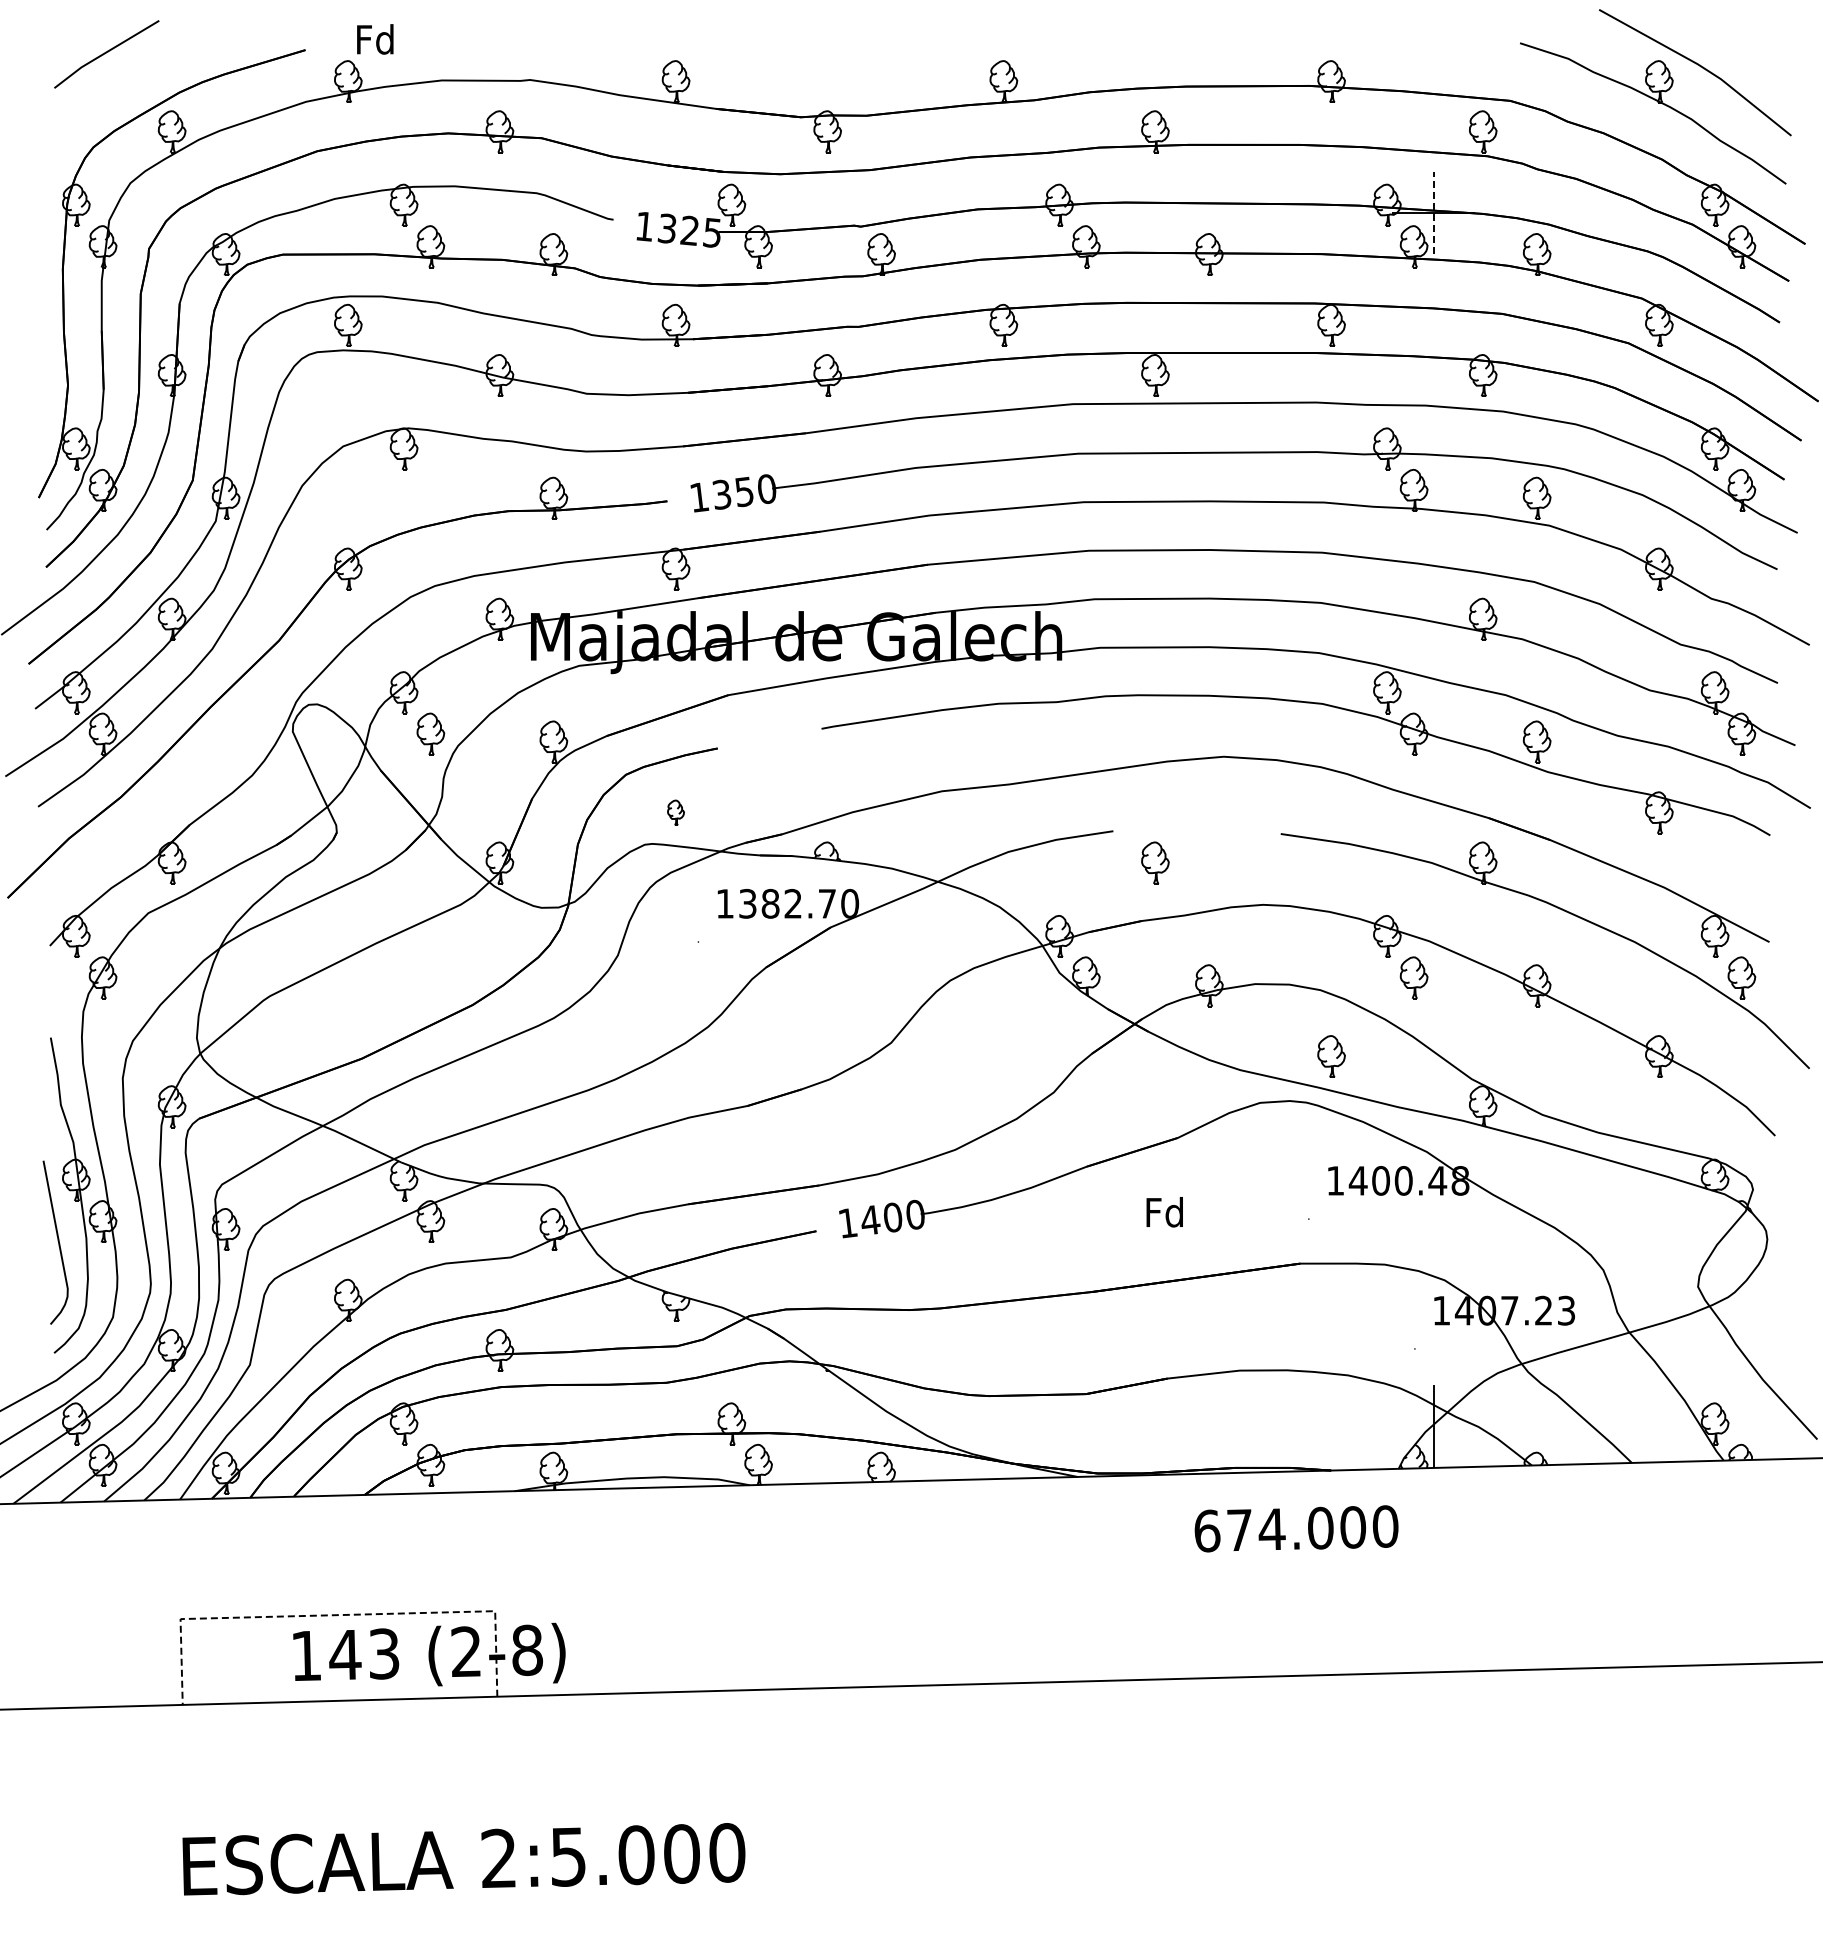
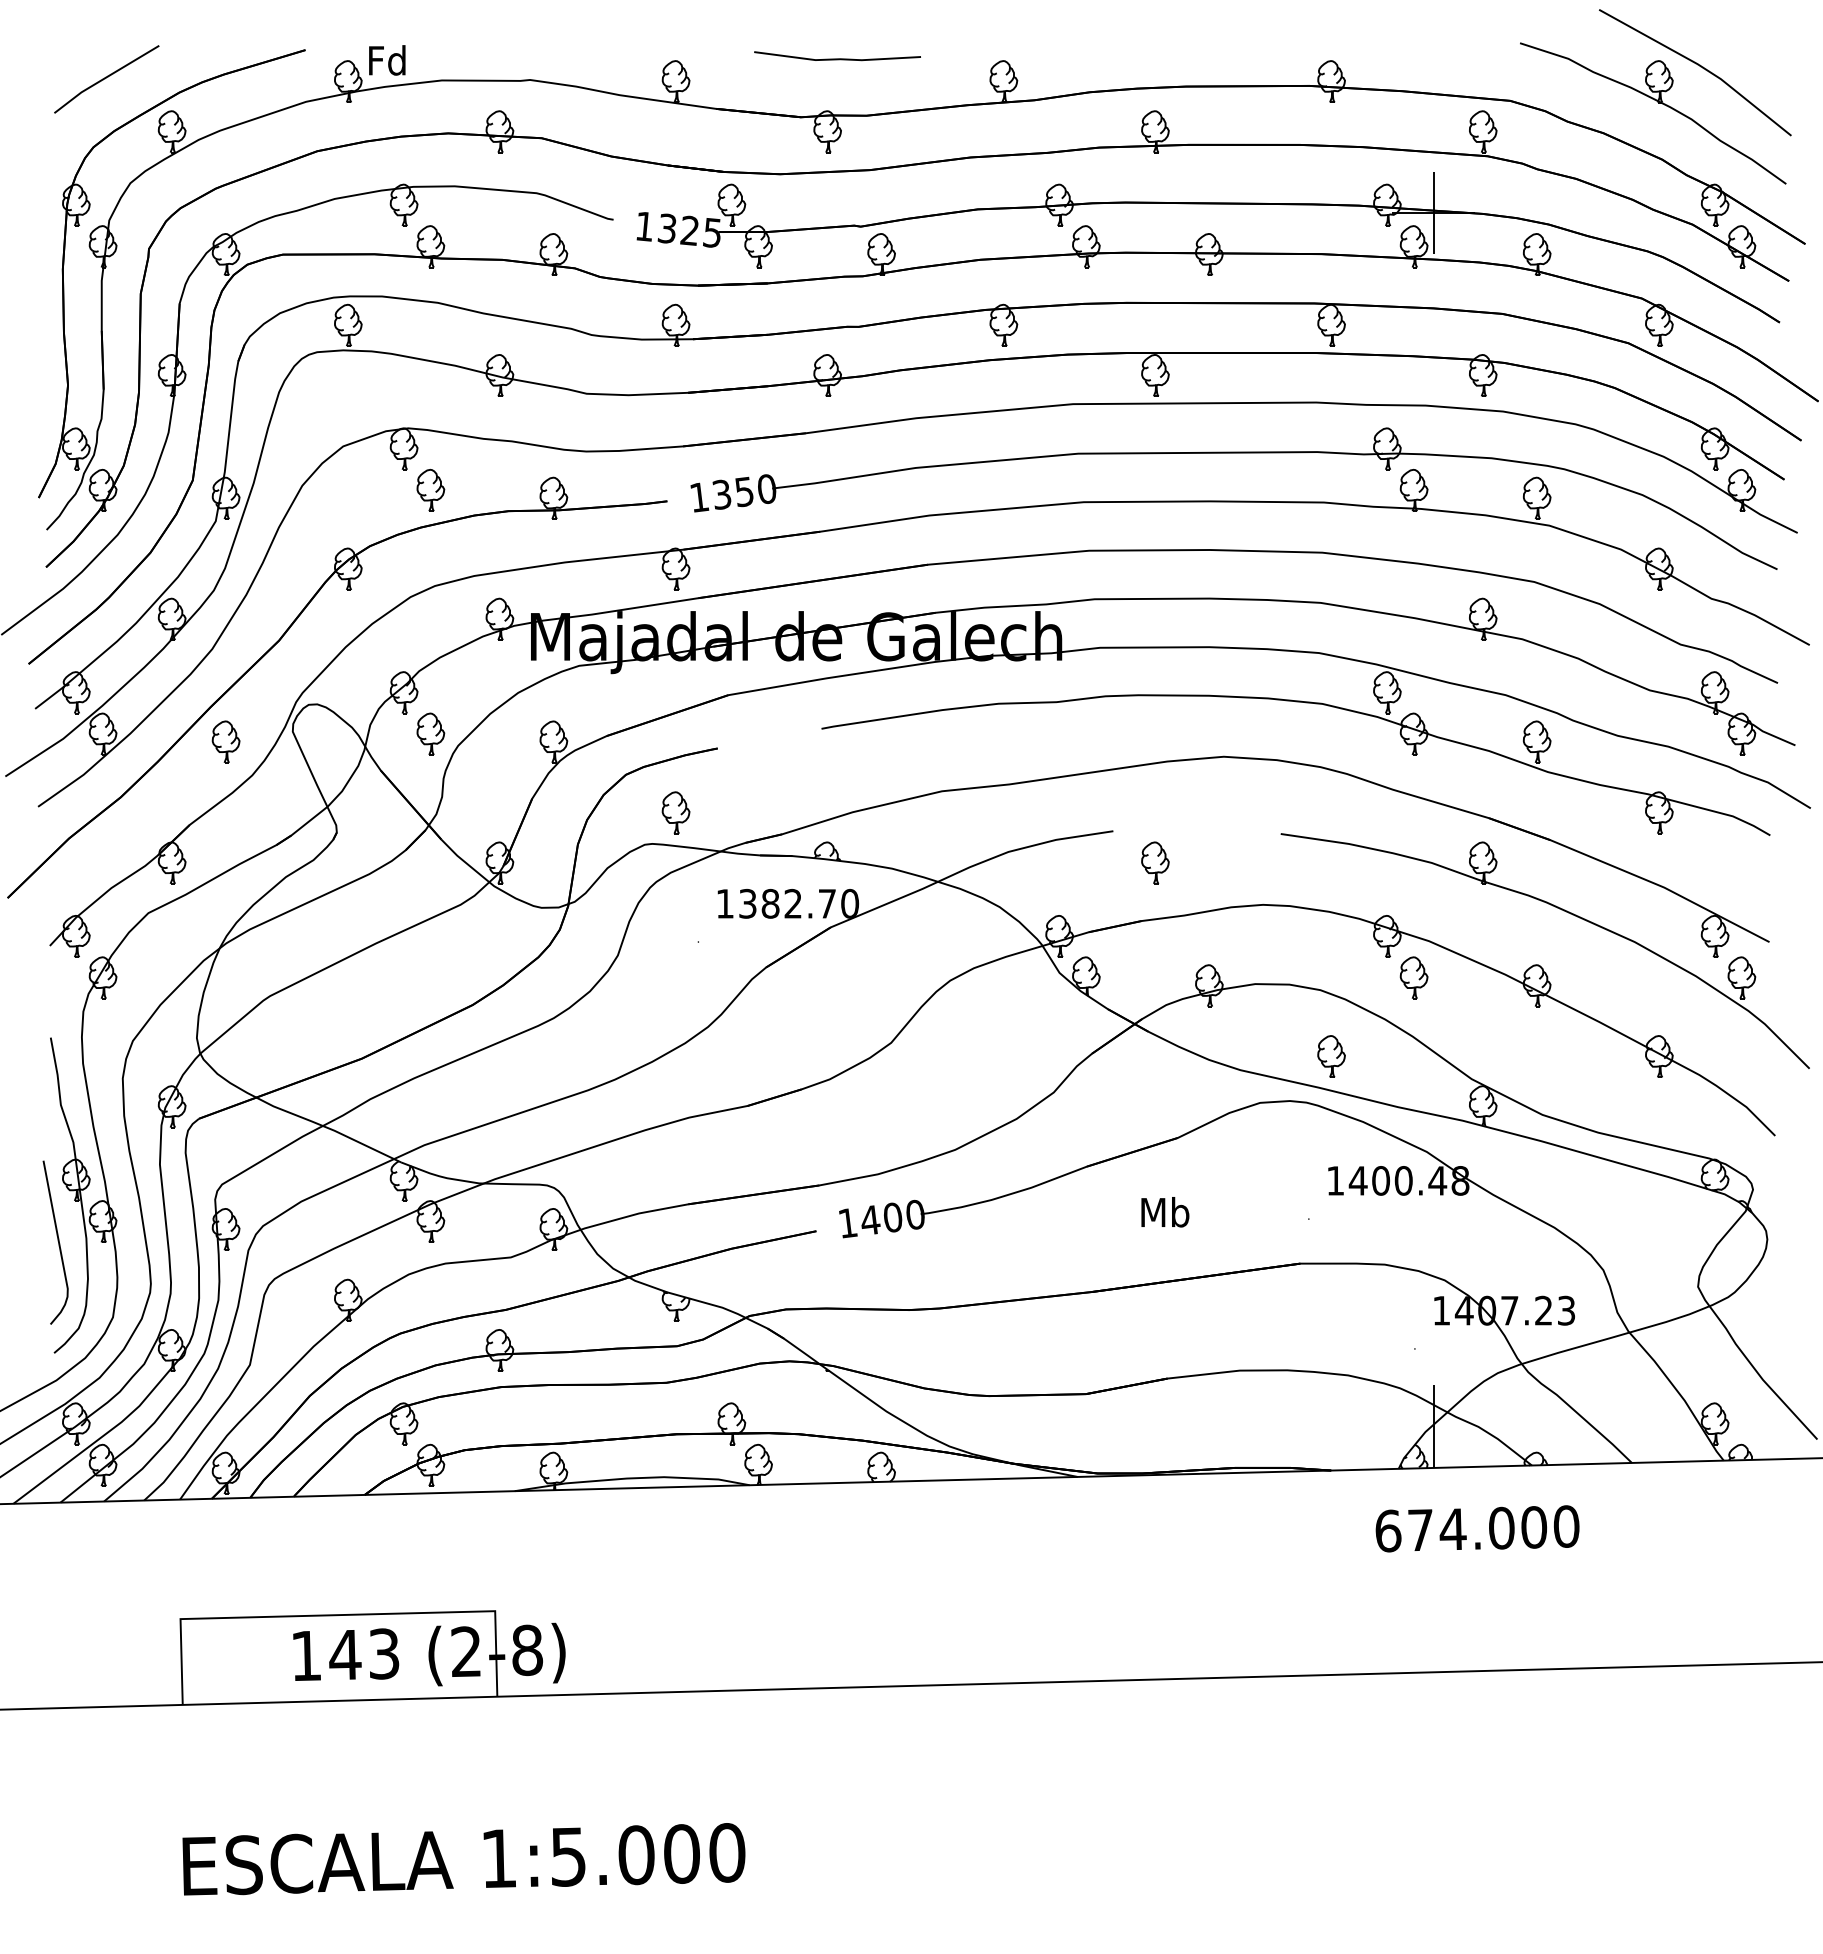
text at (375, 39) position: (375, 39) -> (387, 60)
line at (106, 53) position: (106, 53) -> (106, 78)
line at (837, 58): none -> present
line at (1433, 212): dashed -> solid
part at (430, 489): none -> present
part at (225, 741): none -> present
part at (675, 812) size: 18x27 px -> 30x44 px
text at (1165, 1212): Fd -> Mb
text at (1296, 1528) position: (1296, 1528) -> (1477, 1528)
line at (337, 1615): dashed -> solid
text at (498, 1857): 2:5.000 -> 1:5.000
